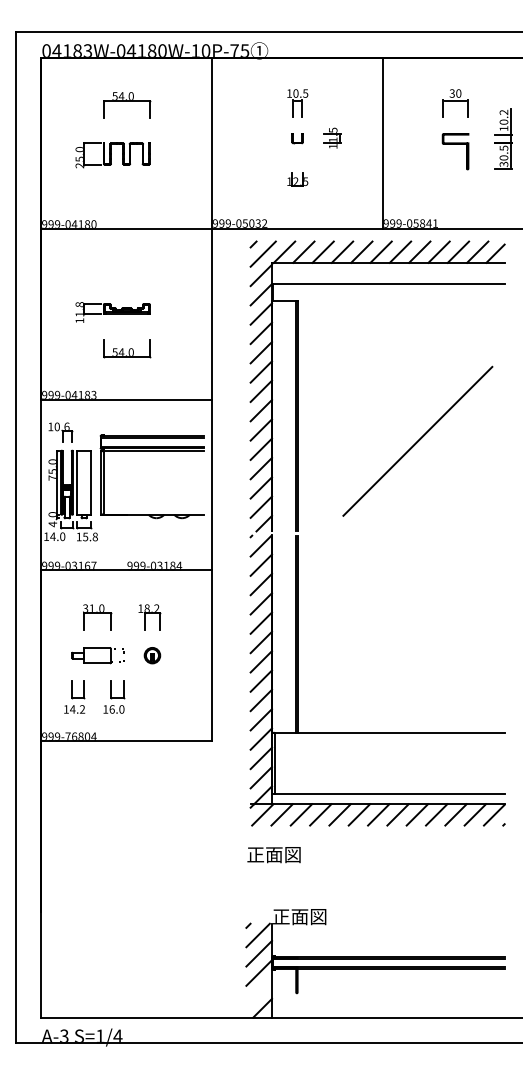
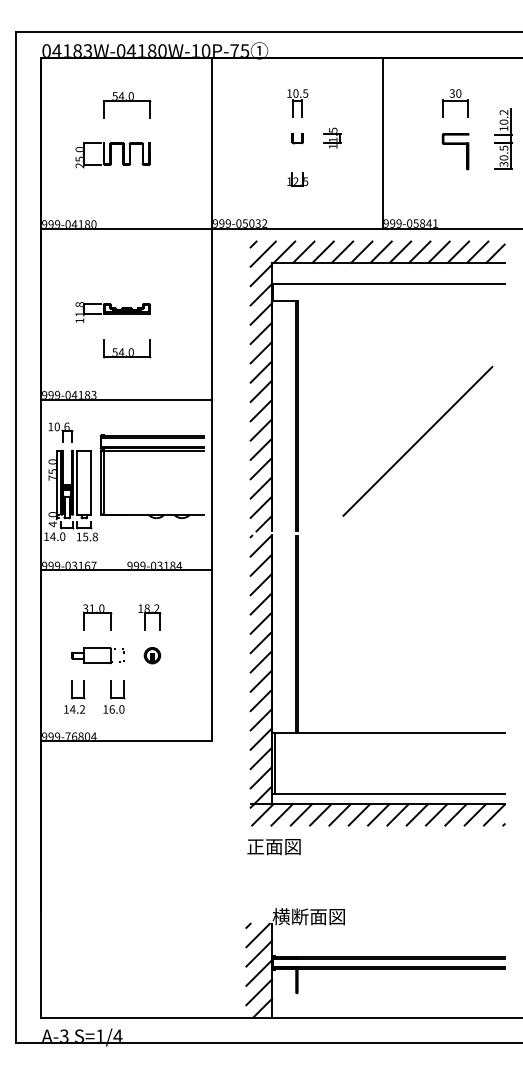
text at (273, 855) position: (273, 855) -> (273, 847)
text at (308, 916): 正面図 -> 横断面図
line at (259, 992): none -> present
